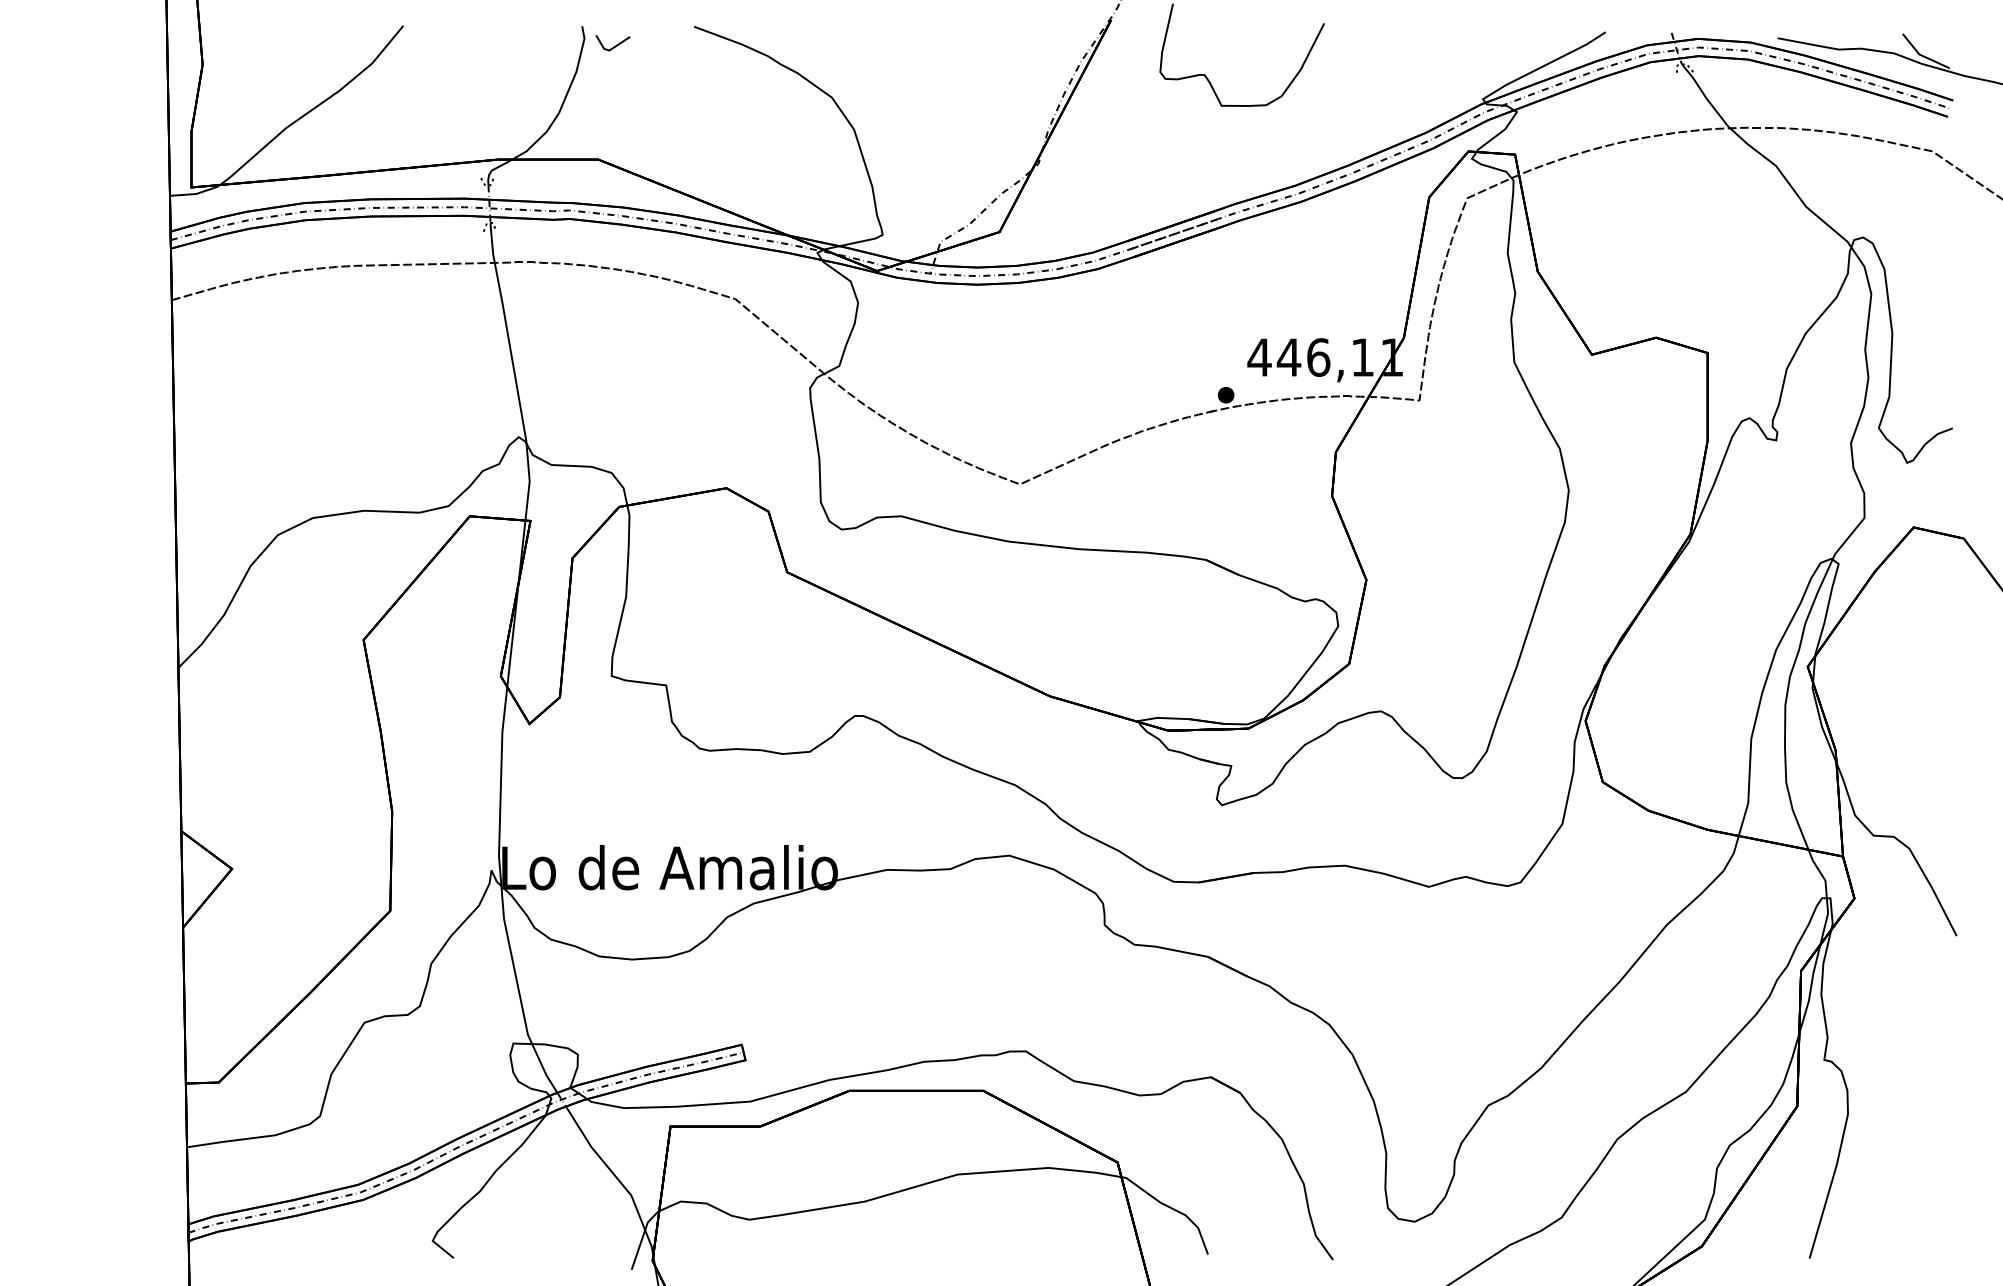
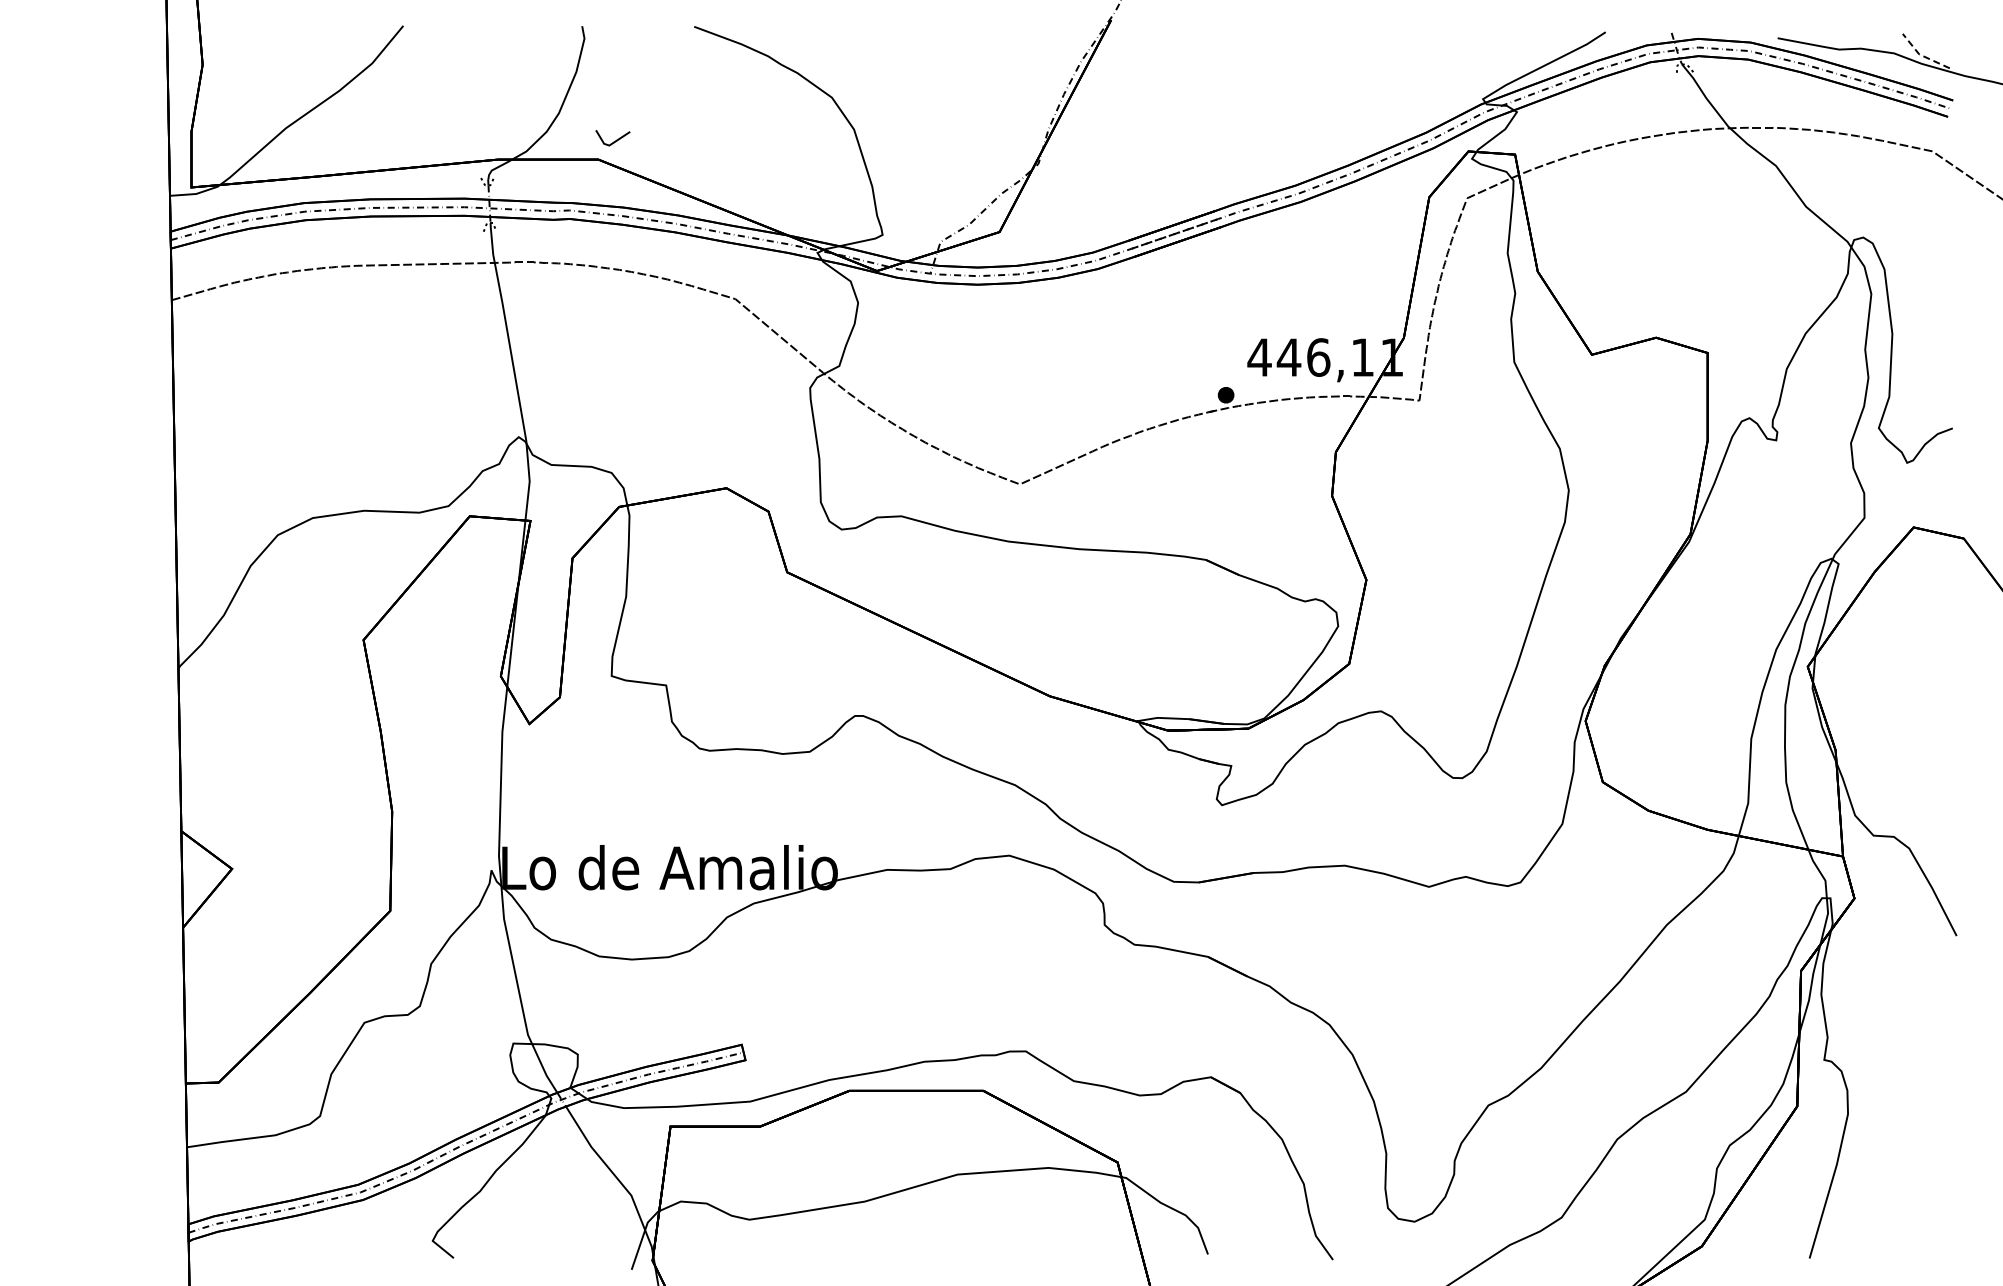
line at (613, 46) position: (613, 46) -> (613, 141)
line at (1921, 55): solid -> dashed
curve at (1208, 78): present -> none
